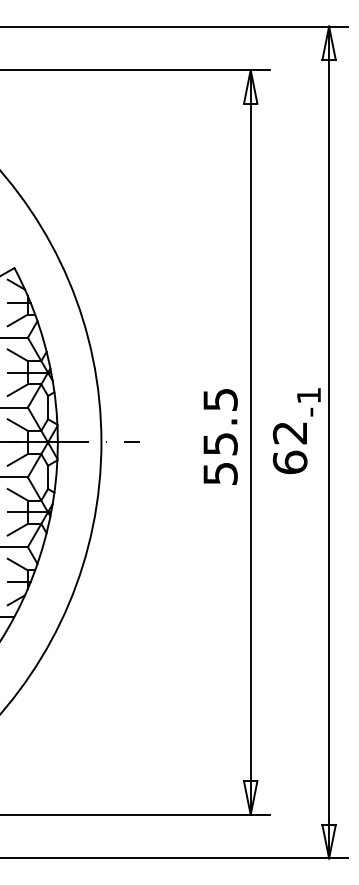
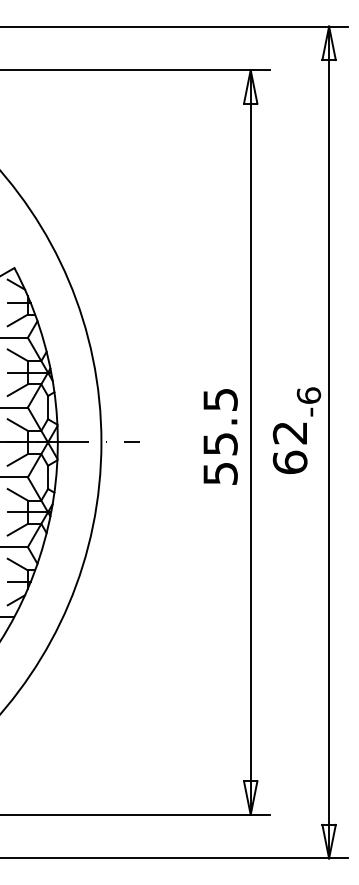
text at (308, 395): -1 -> -6
